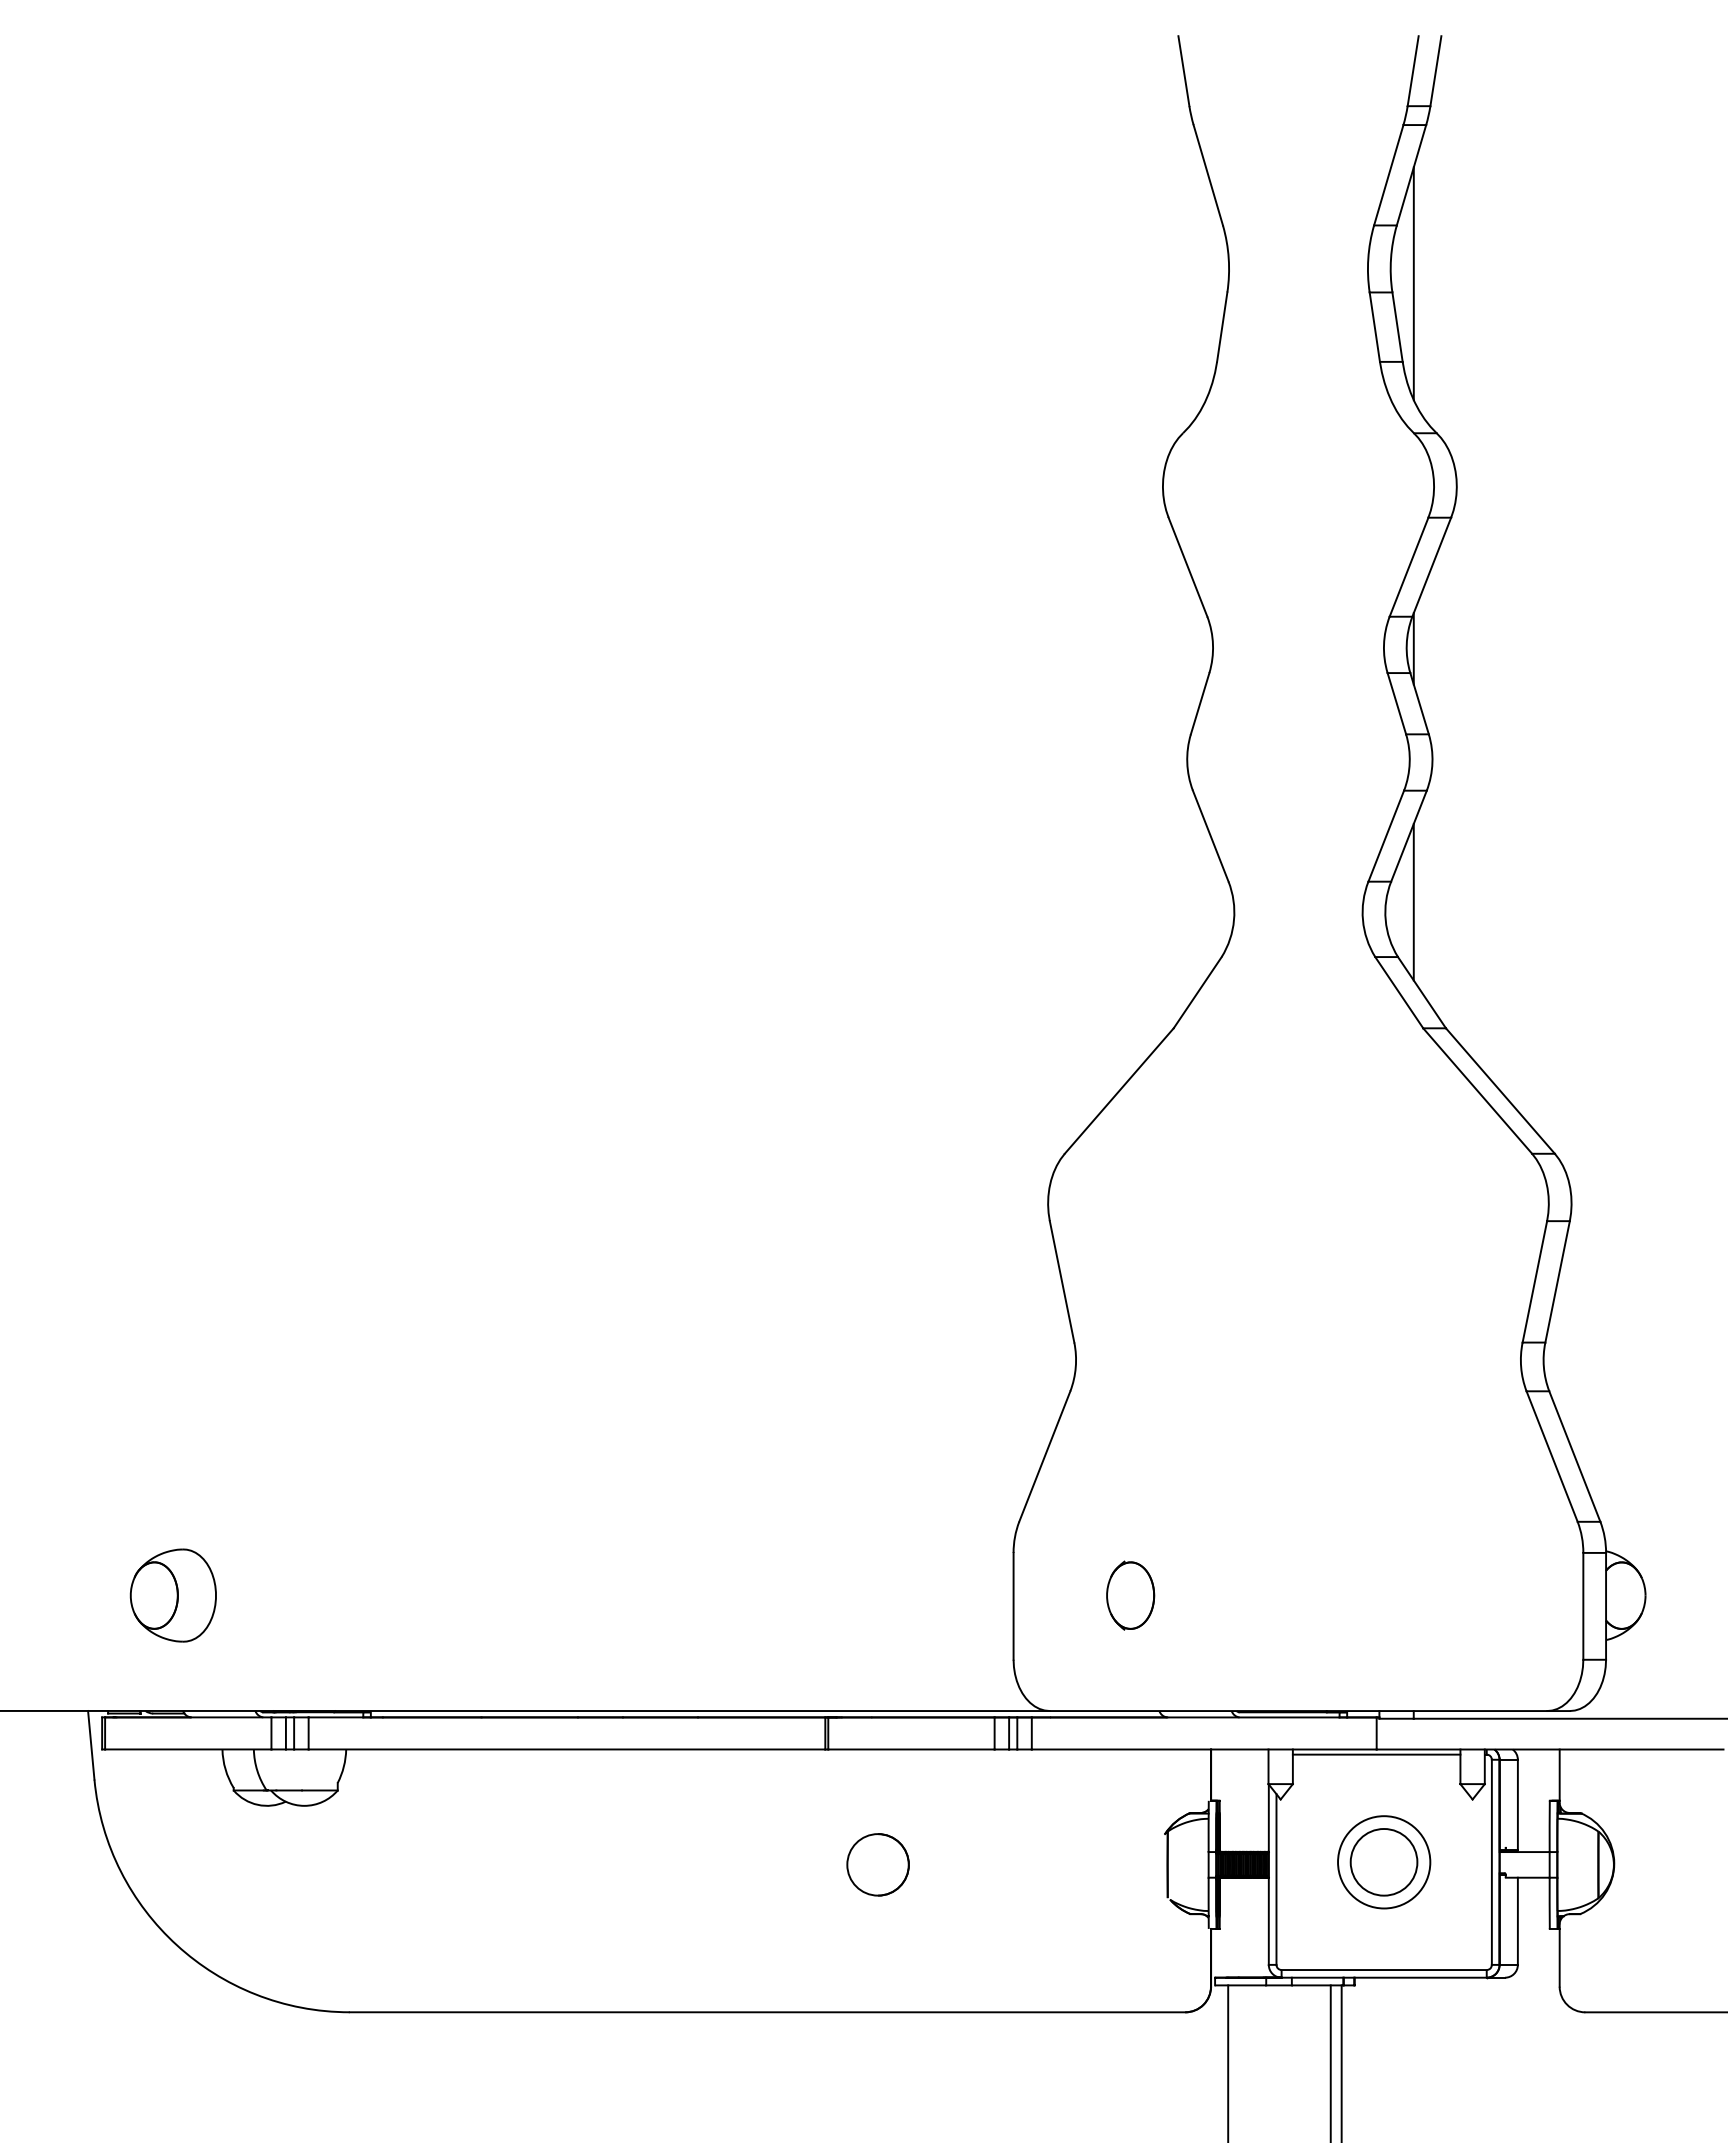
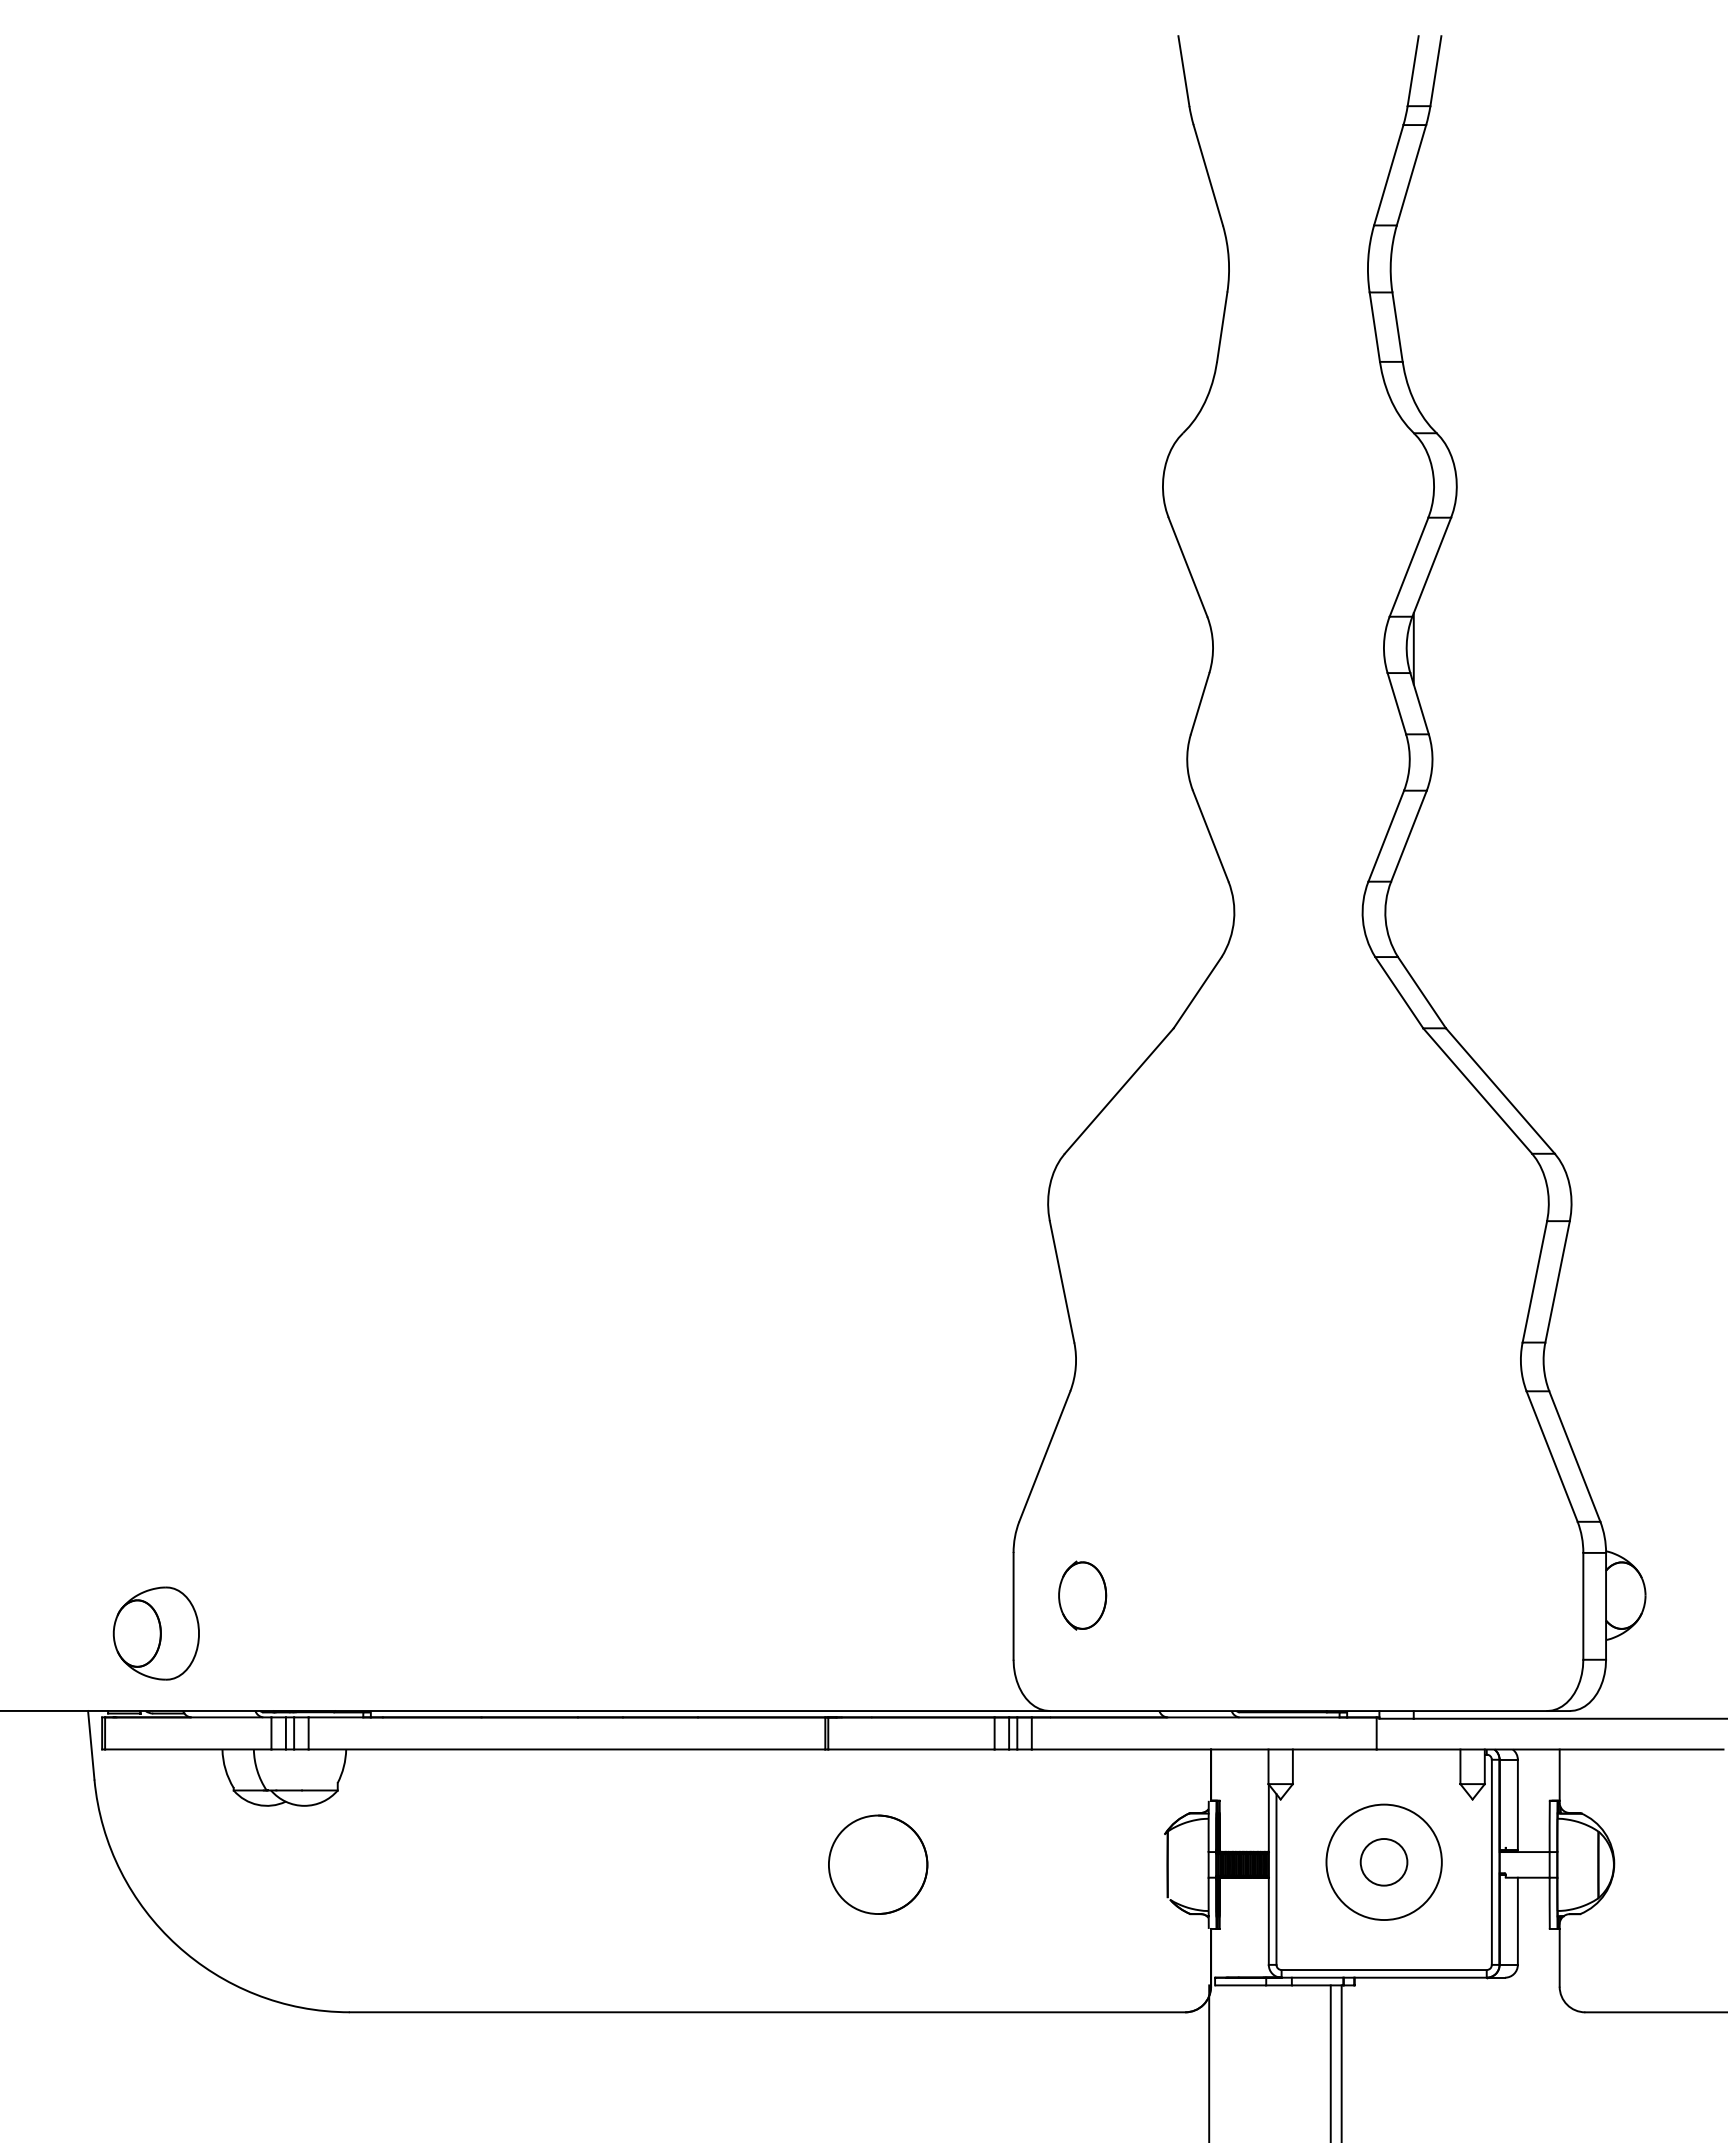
line at (1413, 283): present -> none
line at (1413, 901): present -> none
part at (172, 1595) position: (172, 1595) -> (155, 1633)
part at (1130, 1595) position: (1130, 1595) -> (1082, 1595)
line at (1376, 1754): present -> none
circle at (1383, 1861) diameter: 67 px -> 47 px
circle at (1384, 1862) diameter: 92 px -> 115 px
circle at (877, 1864) size: 64x64 px -> 101x101 px
line at (1228, 2062) position: (1228, 2062) -> (1209, 2062)
